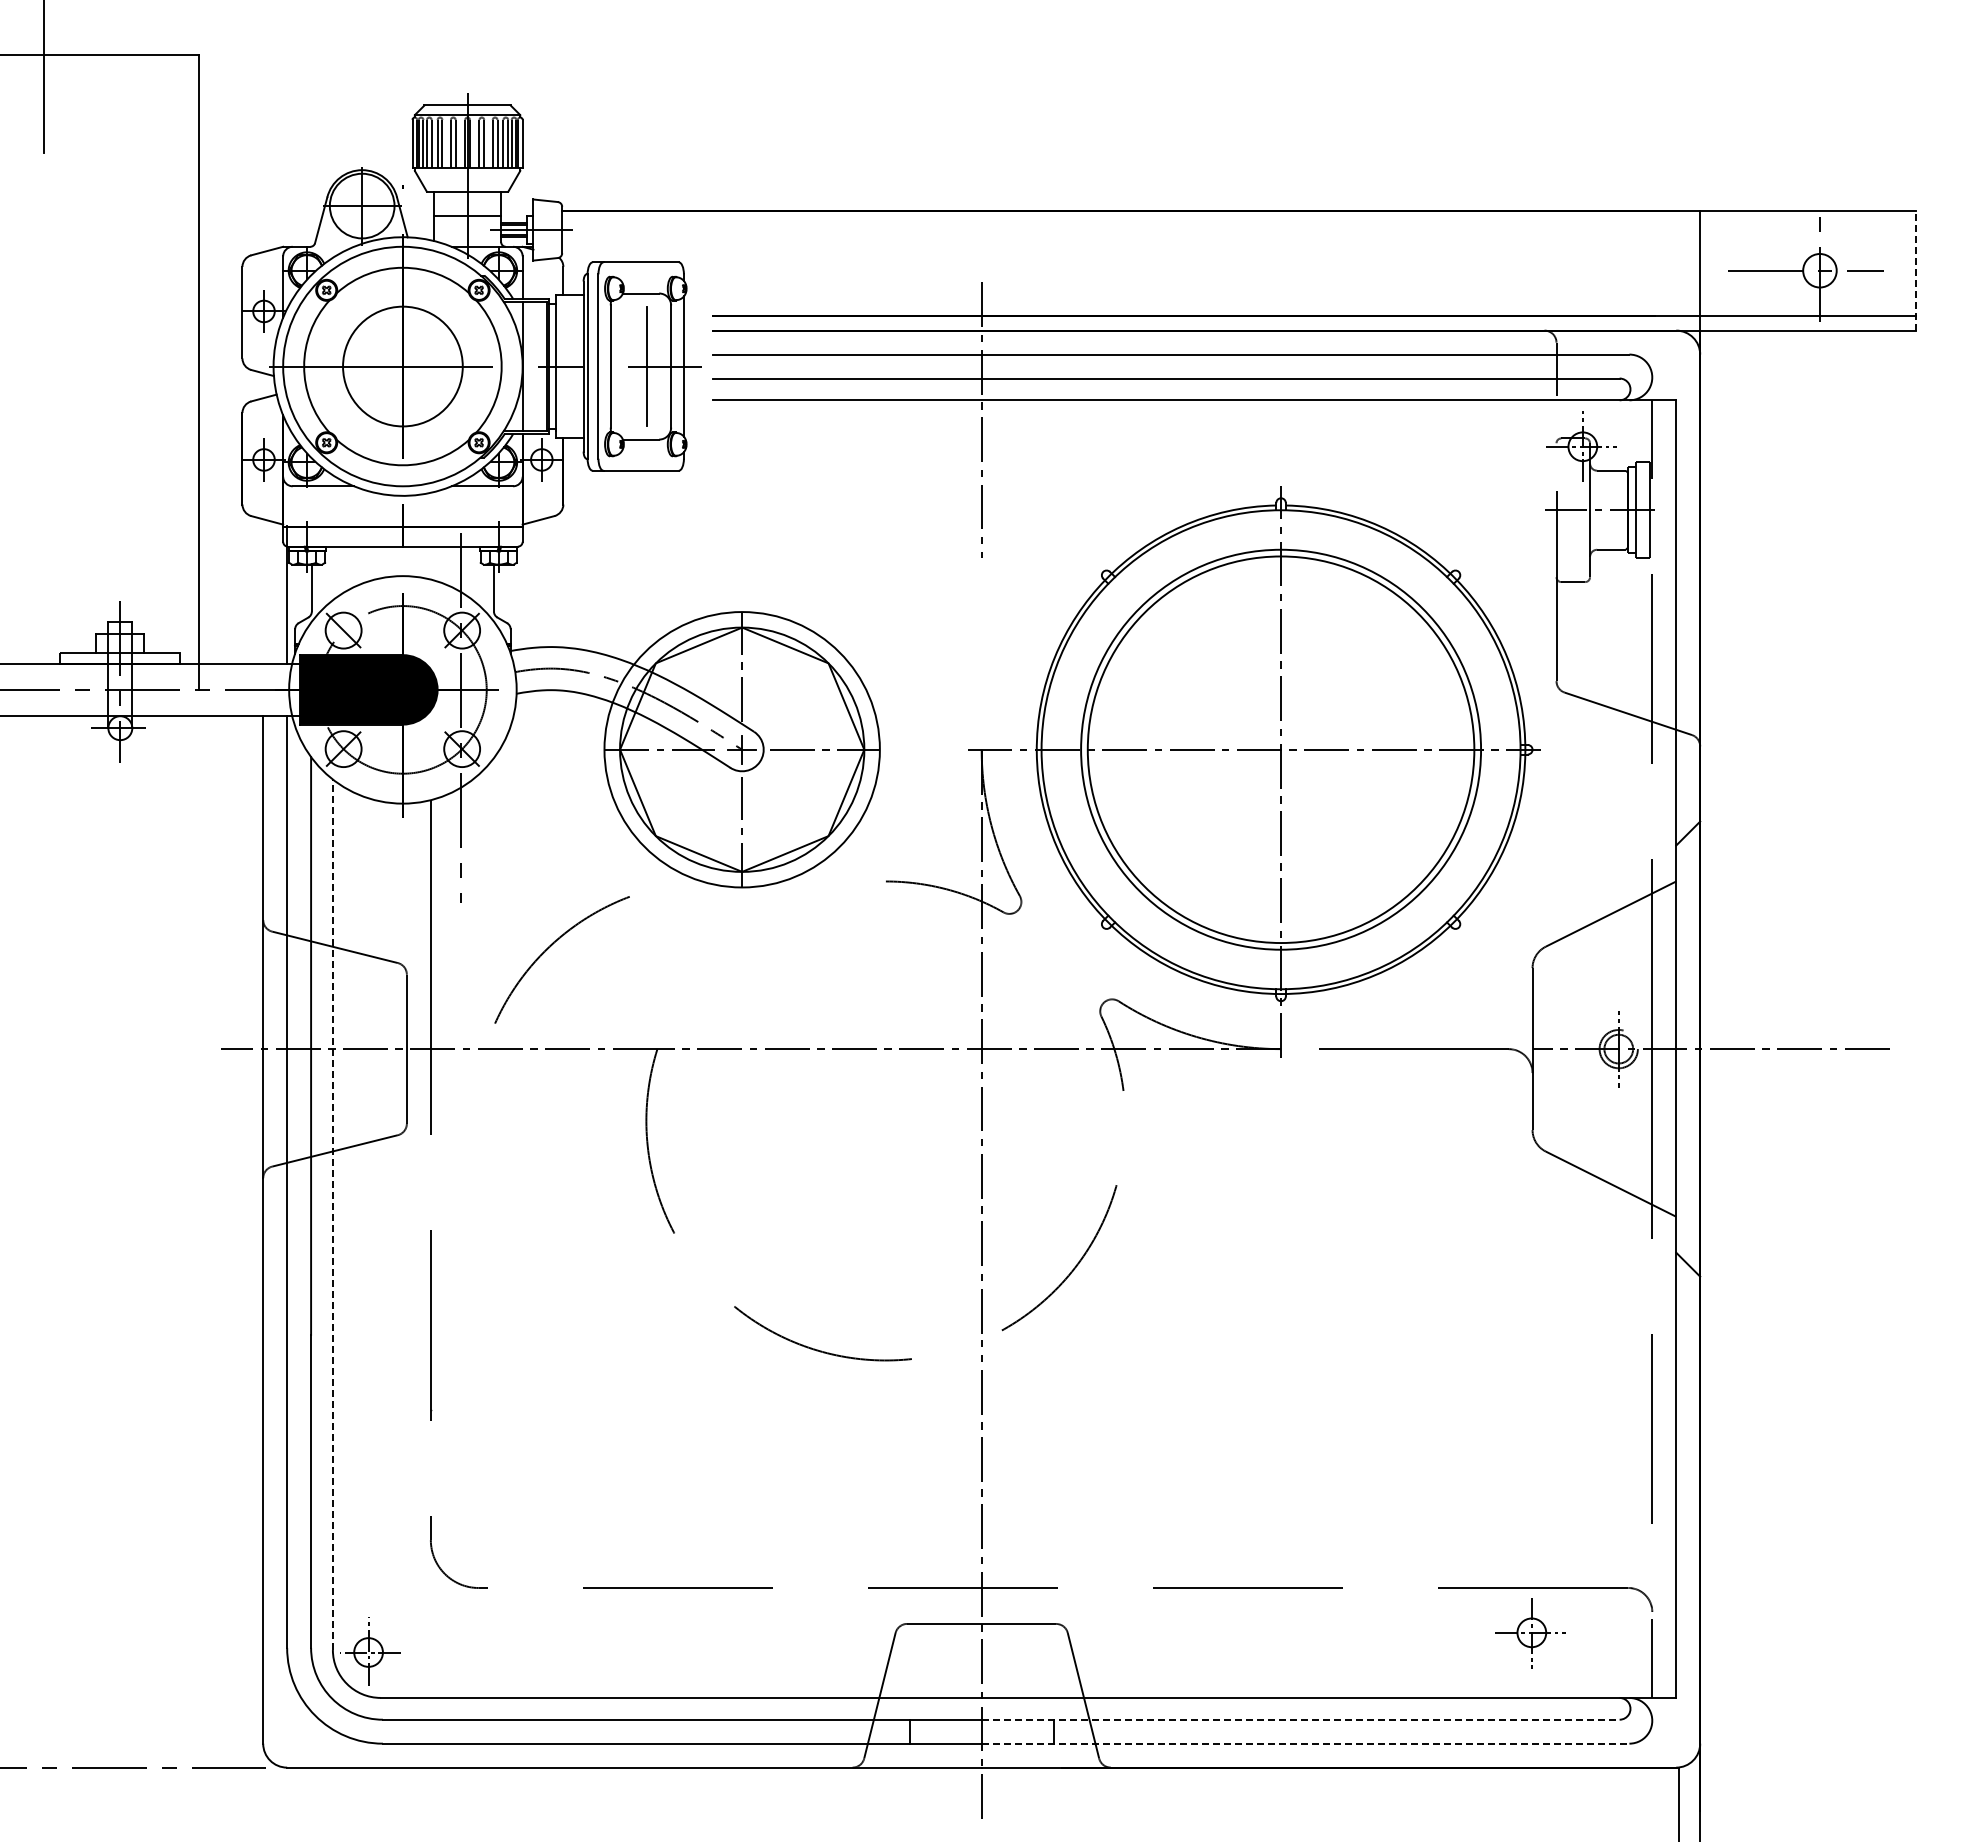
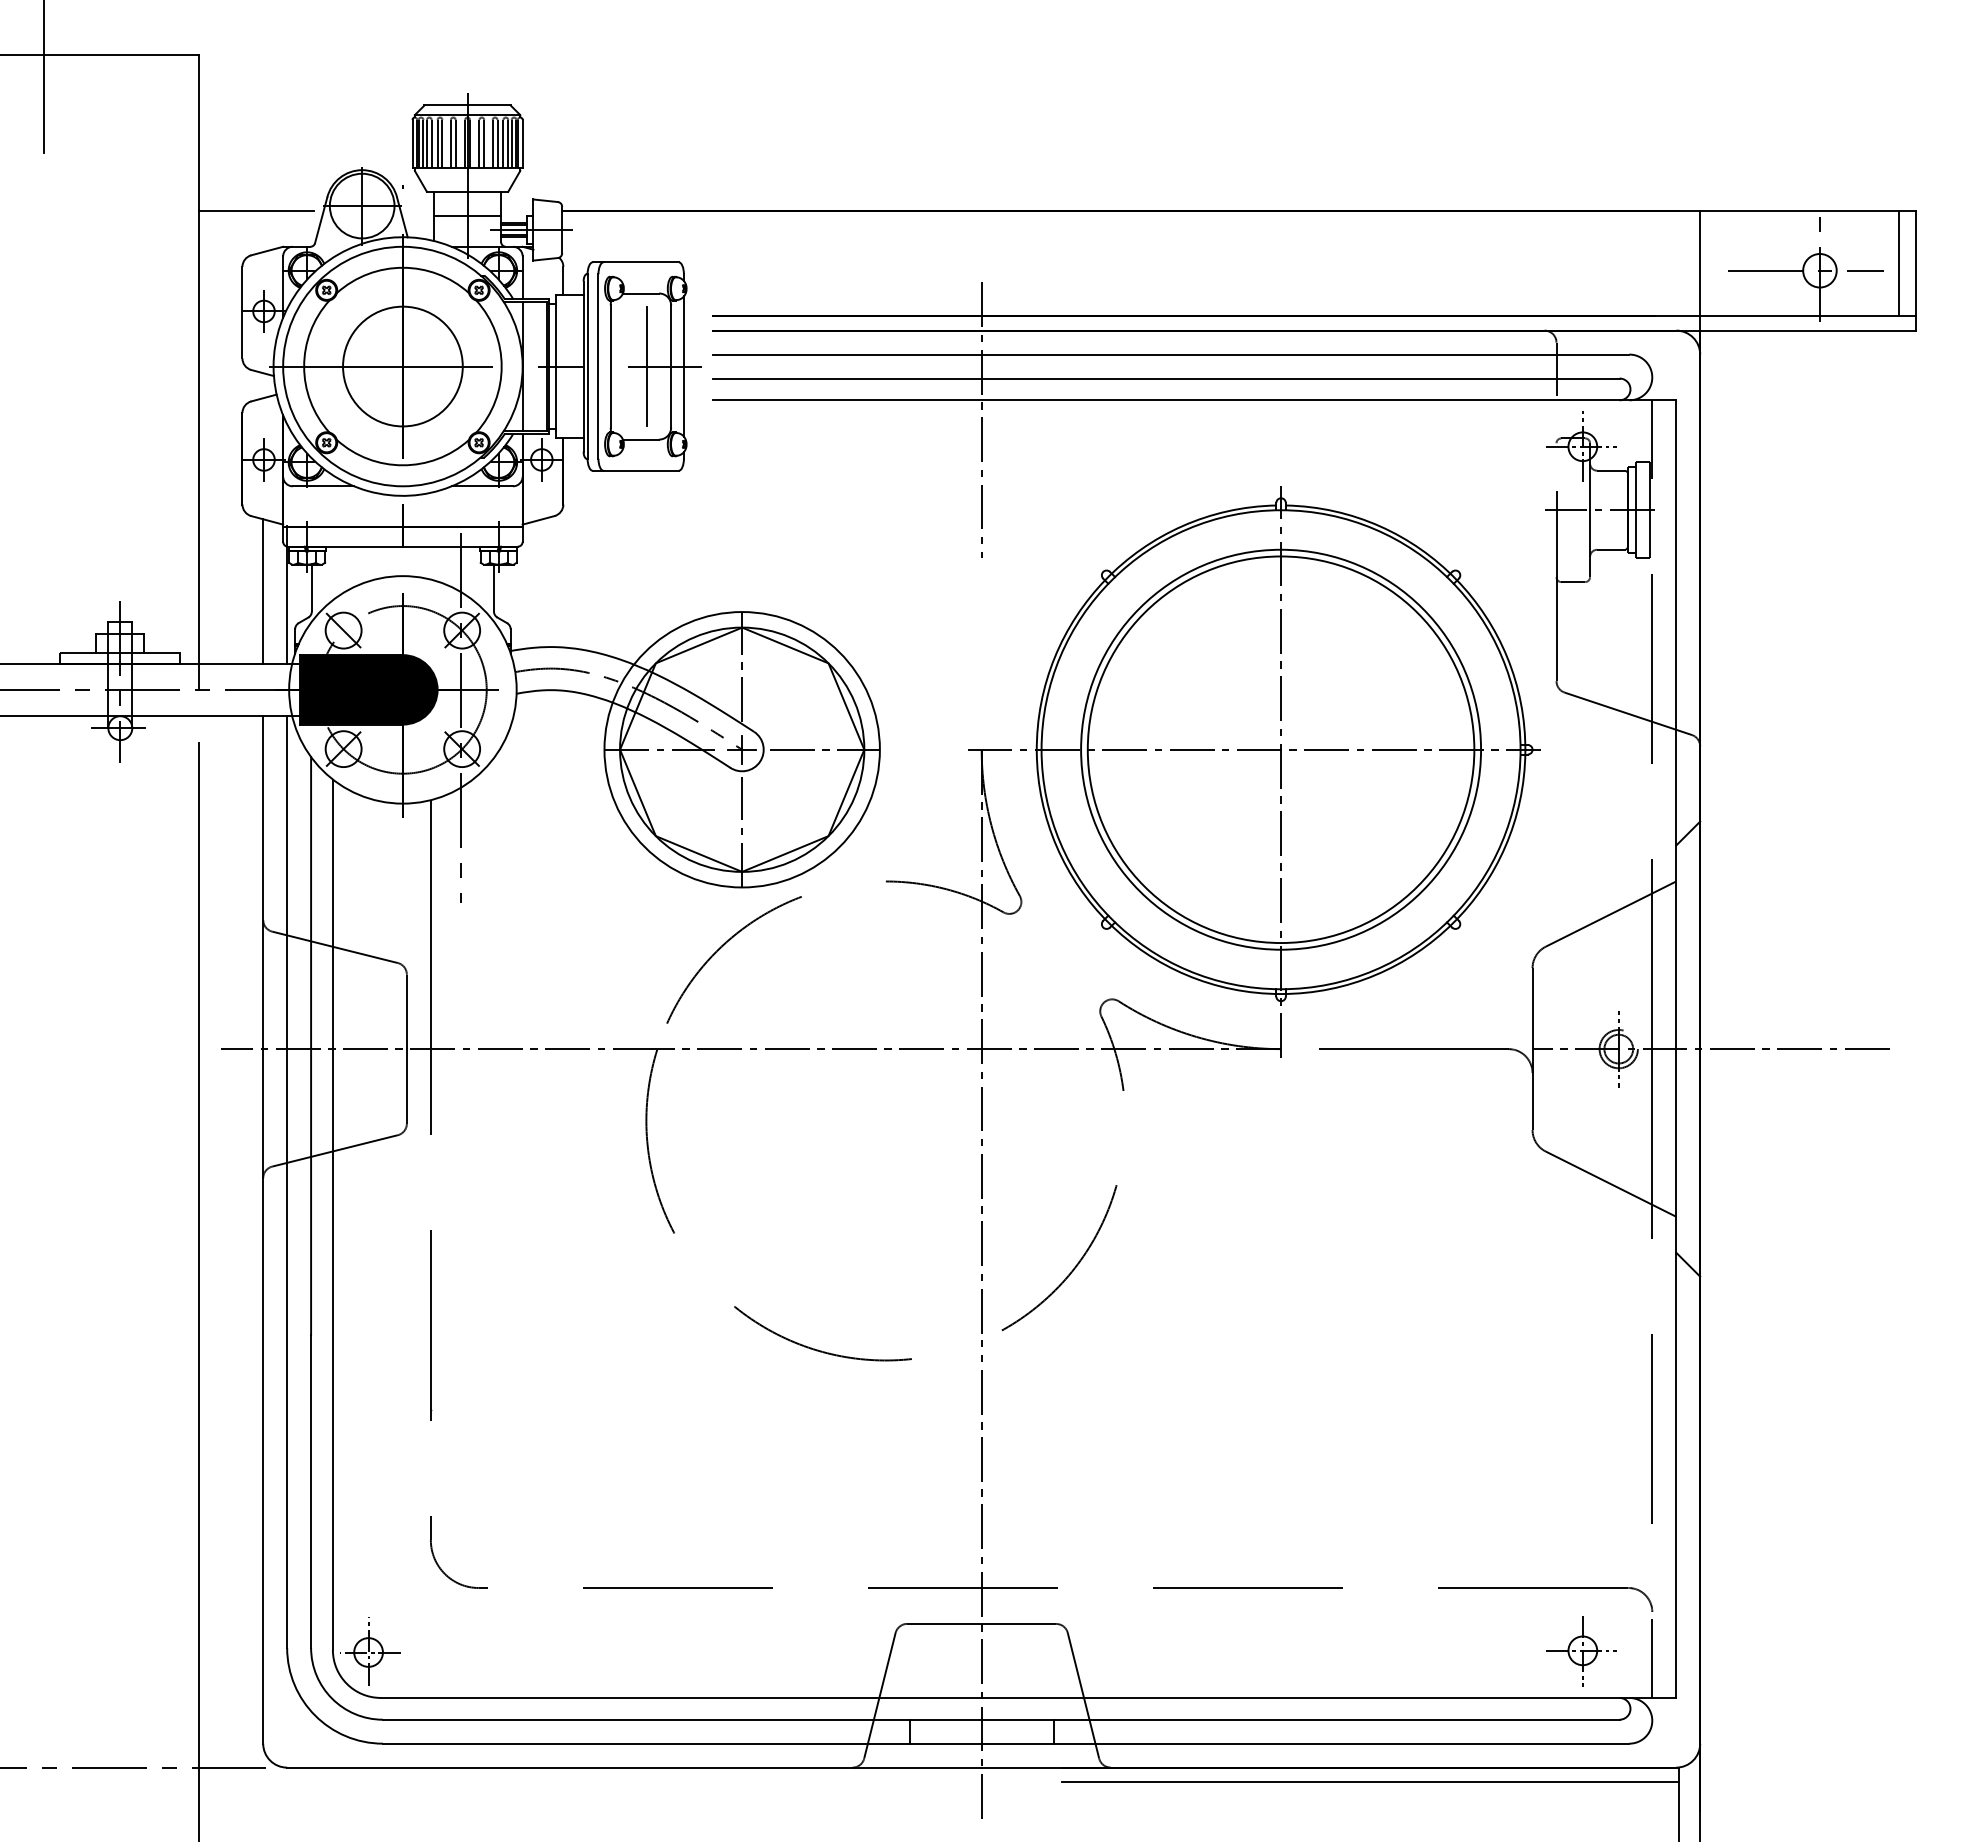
line at (256, 210): none -> present
line at (1898, 263): none -> present
line at (1915, 270): dashed -> solid
line at (263, 591): none -> present
arc at (550, 947) position: (550, 947) -> (722, 947)
line at (332, 1214): dashed -> solid
line at (199, 1290): none -> present
part at (1530, 1633) position: (1530, 1633) -> (1581, 1651)
line at (1300, 1719): dashed -> solid
line at (1305, 1743): dashed -> solid
line at (1369, 1781): none -> present
